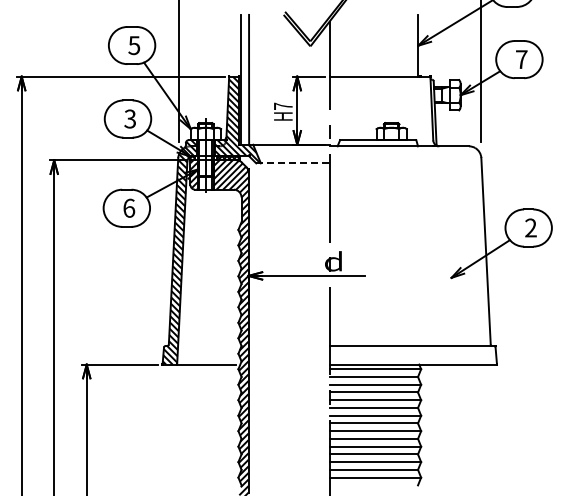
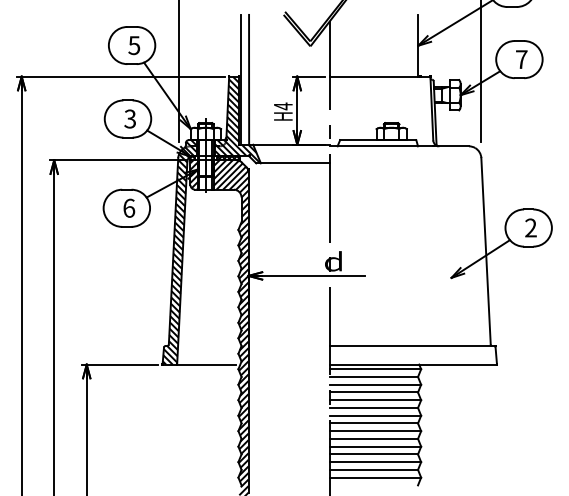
text at (283, 106): H7 -> H4
line at (293, 163): dashed -> solid
